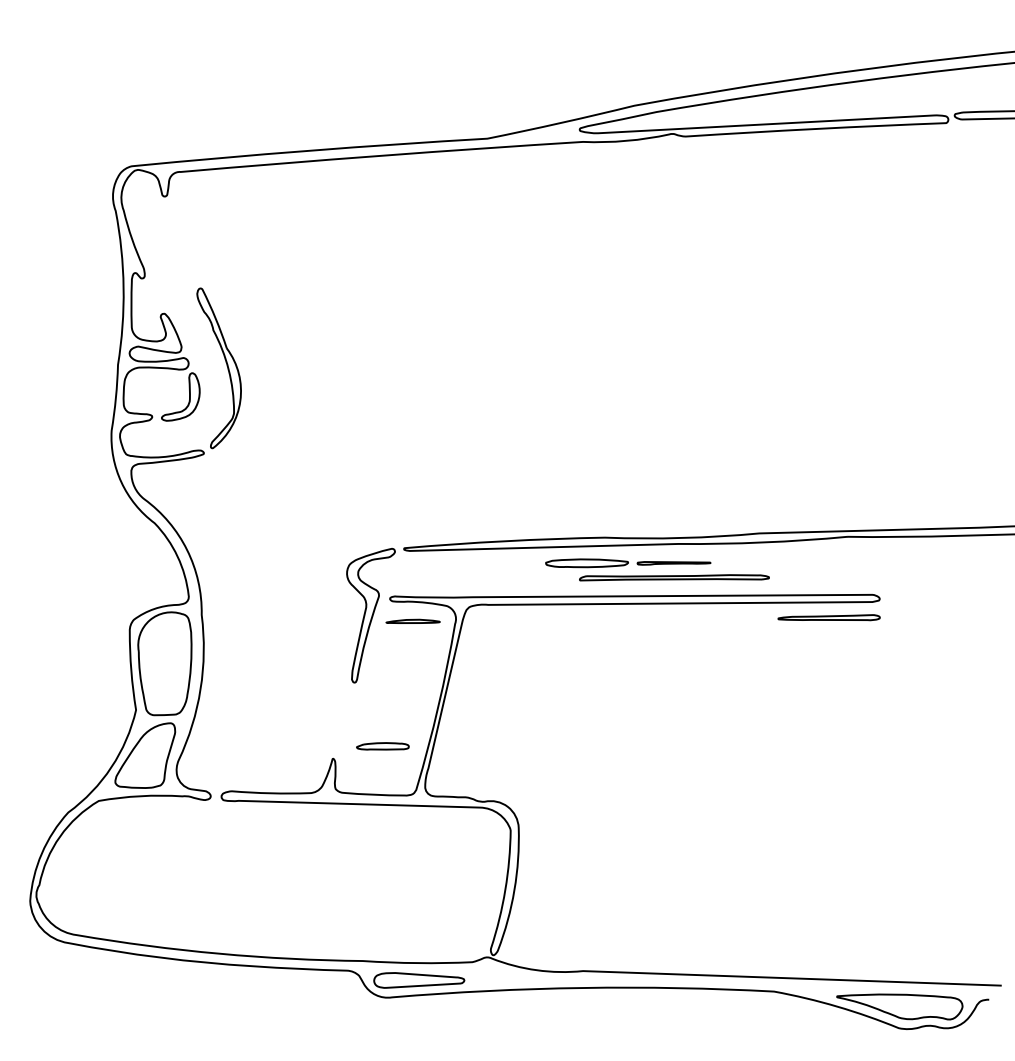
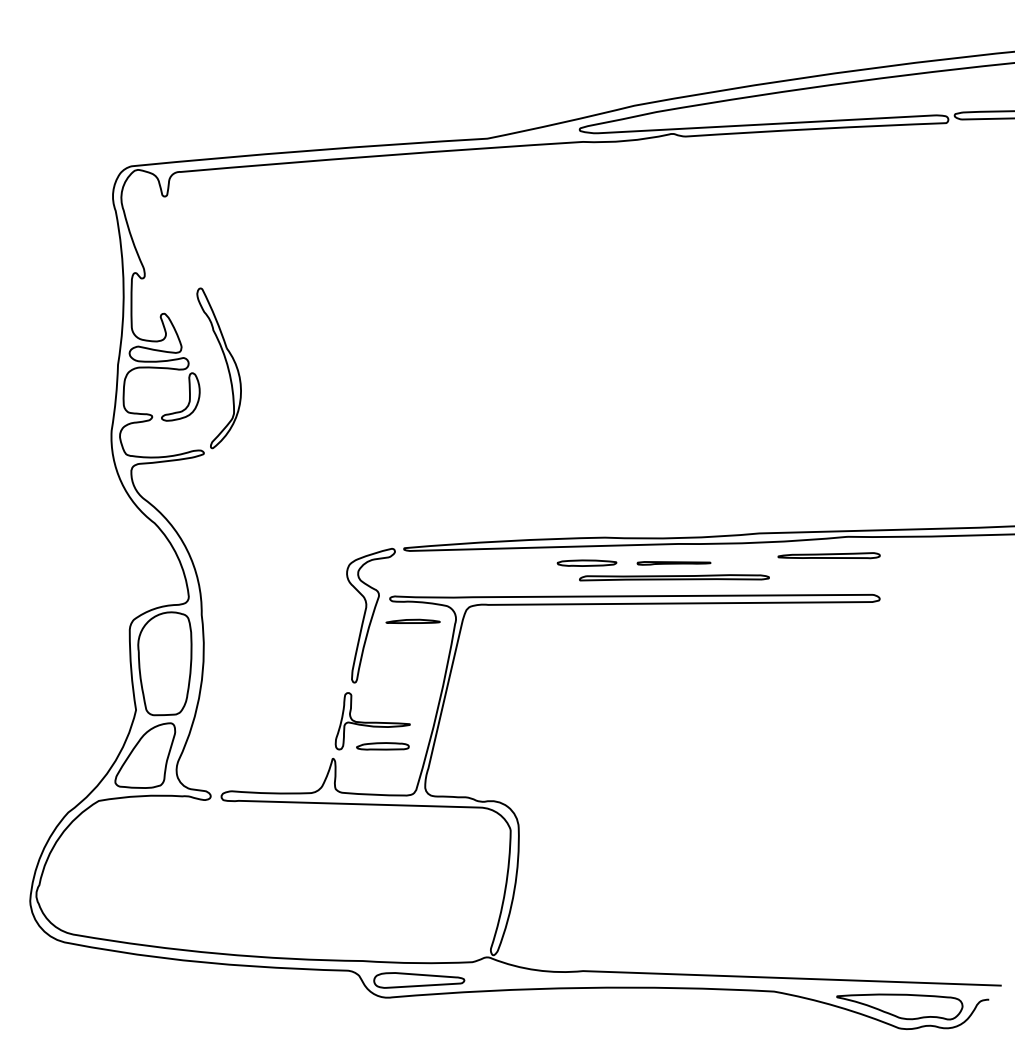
part at (586, 563) size: 84x11 px -> 62x8 px
part at (828, 617) position: (828, 617) -> (828, 555)
part at (372, 721): none -> present
